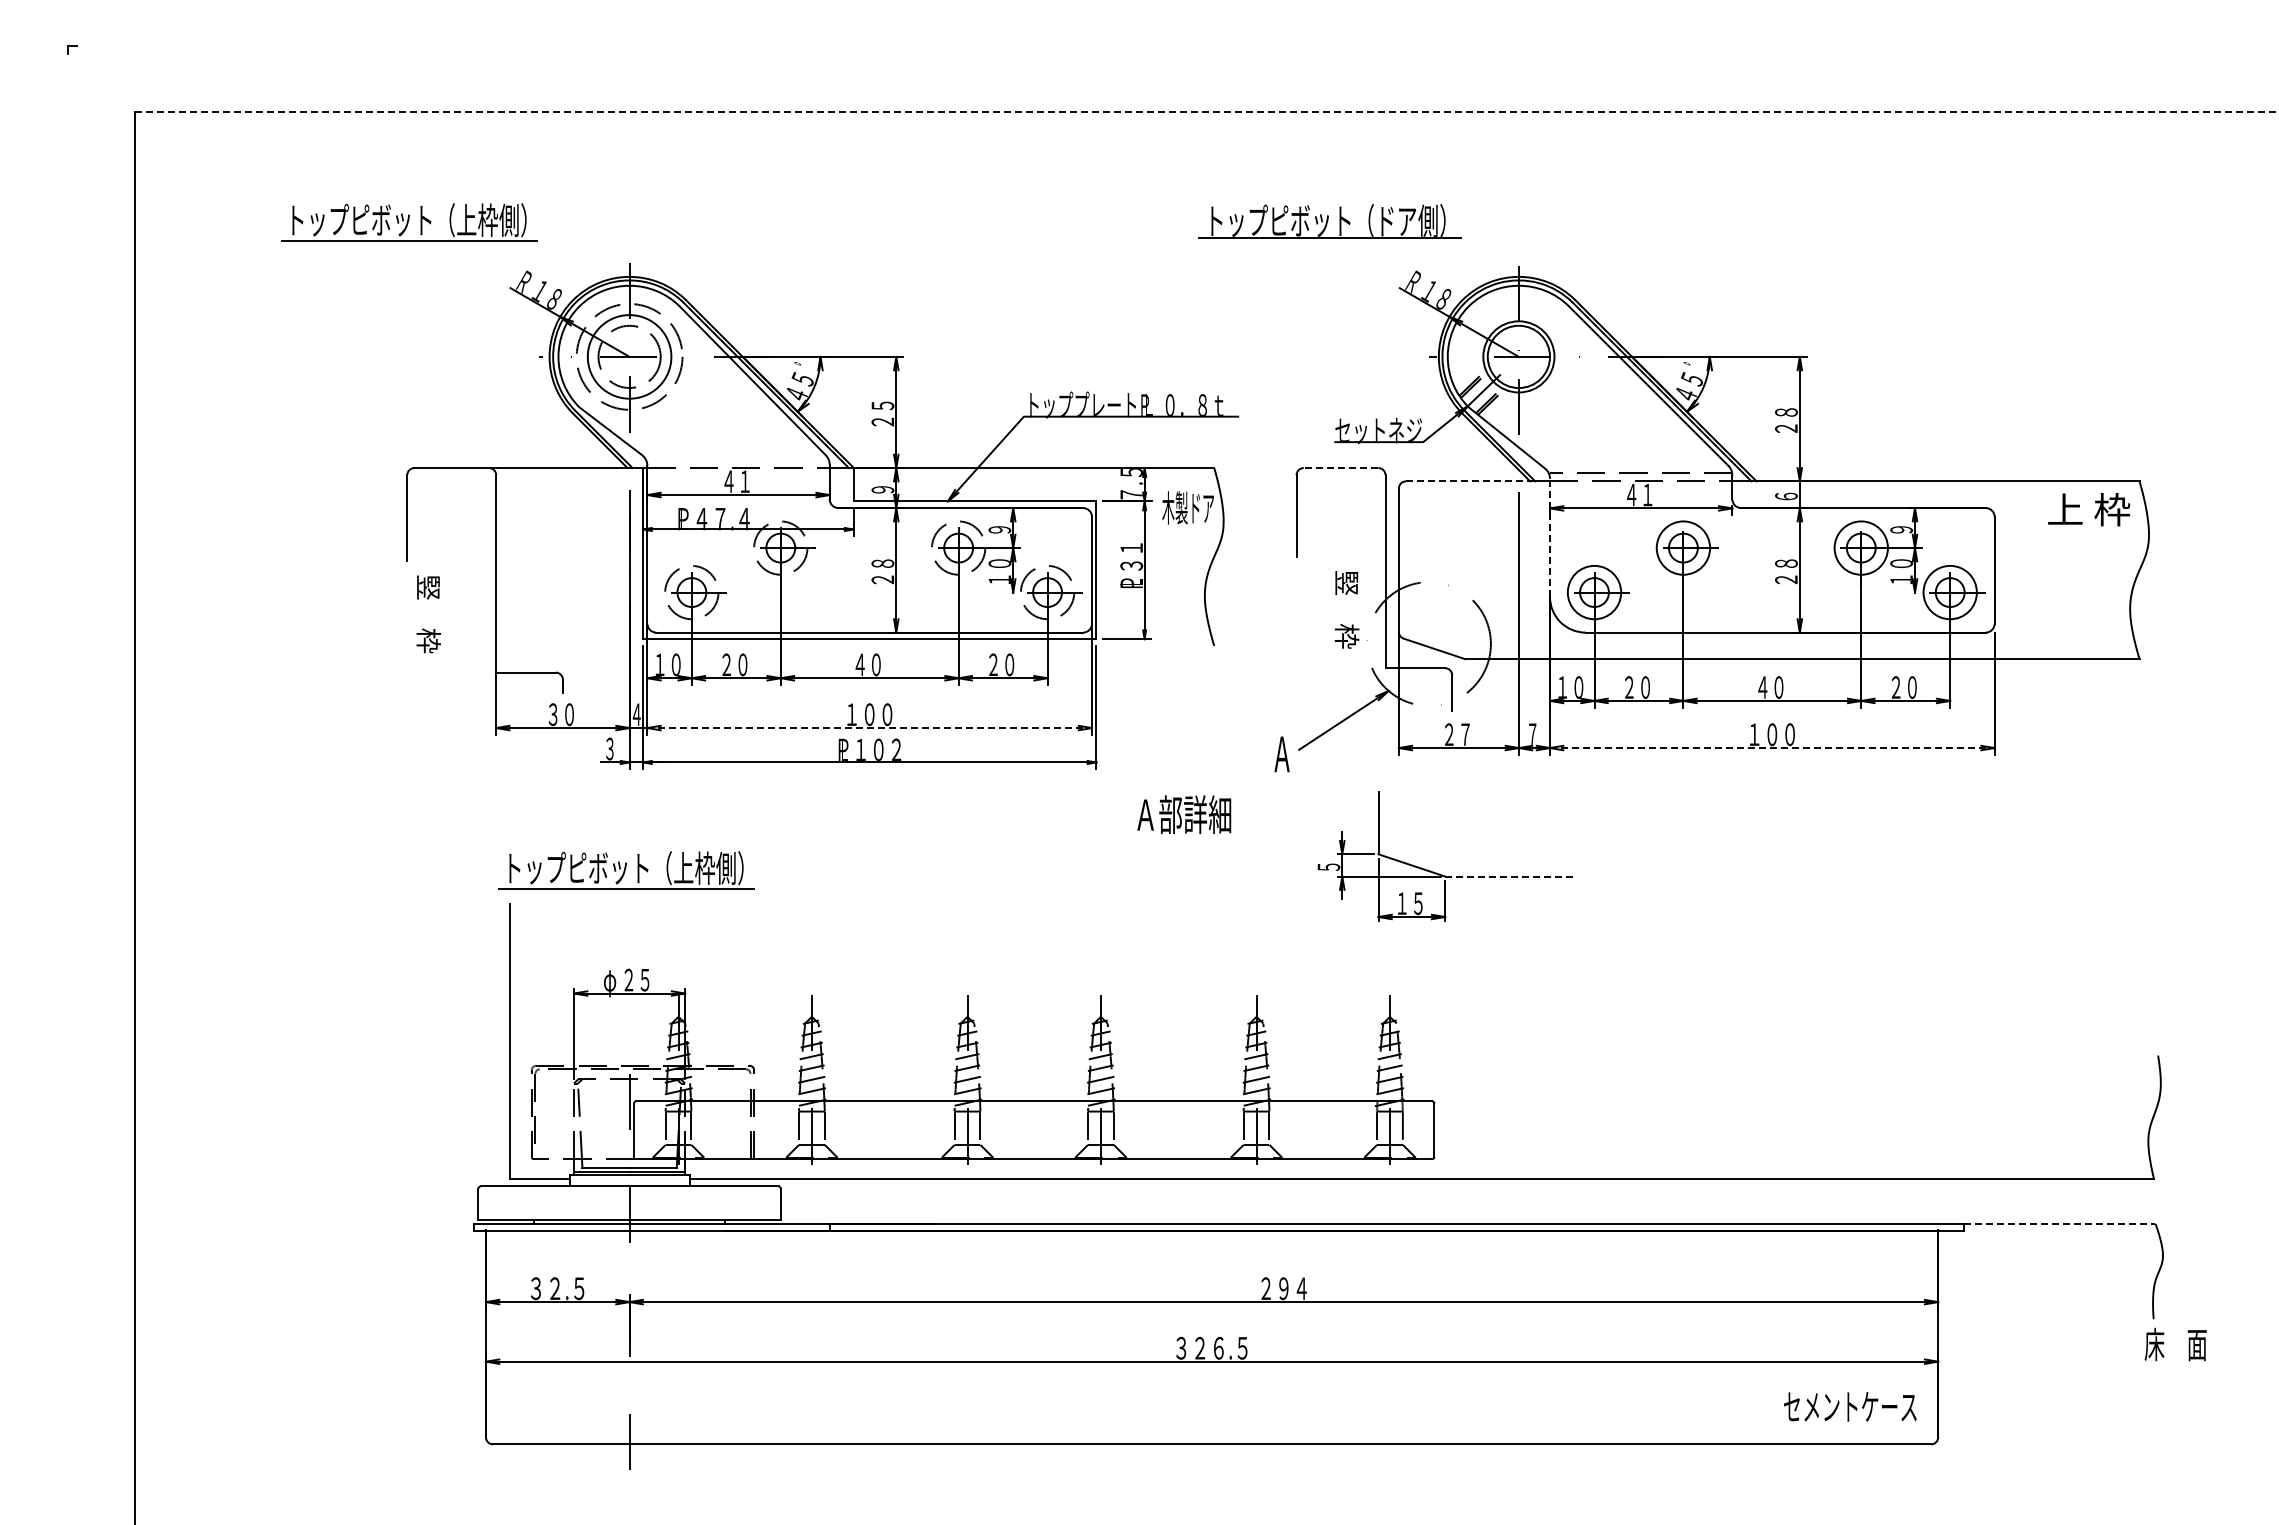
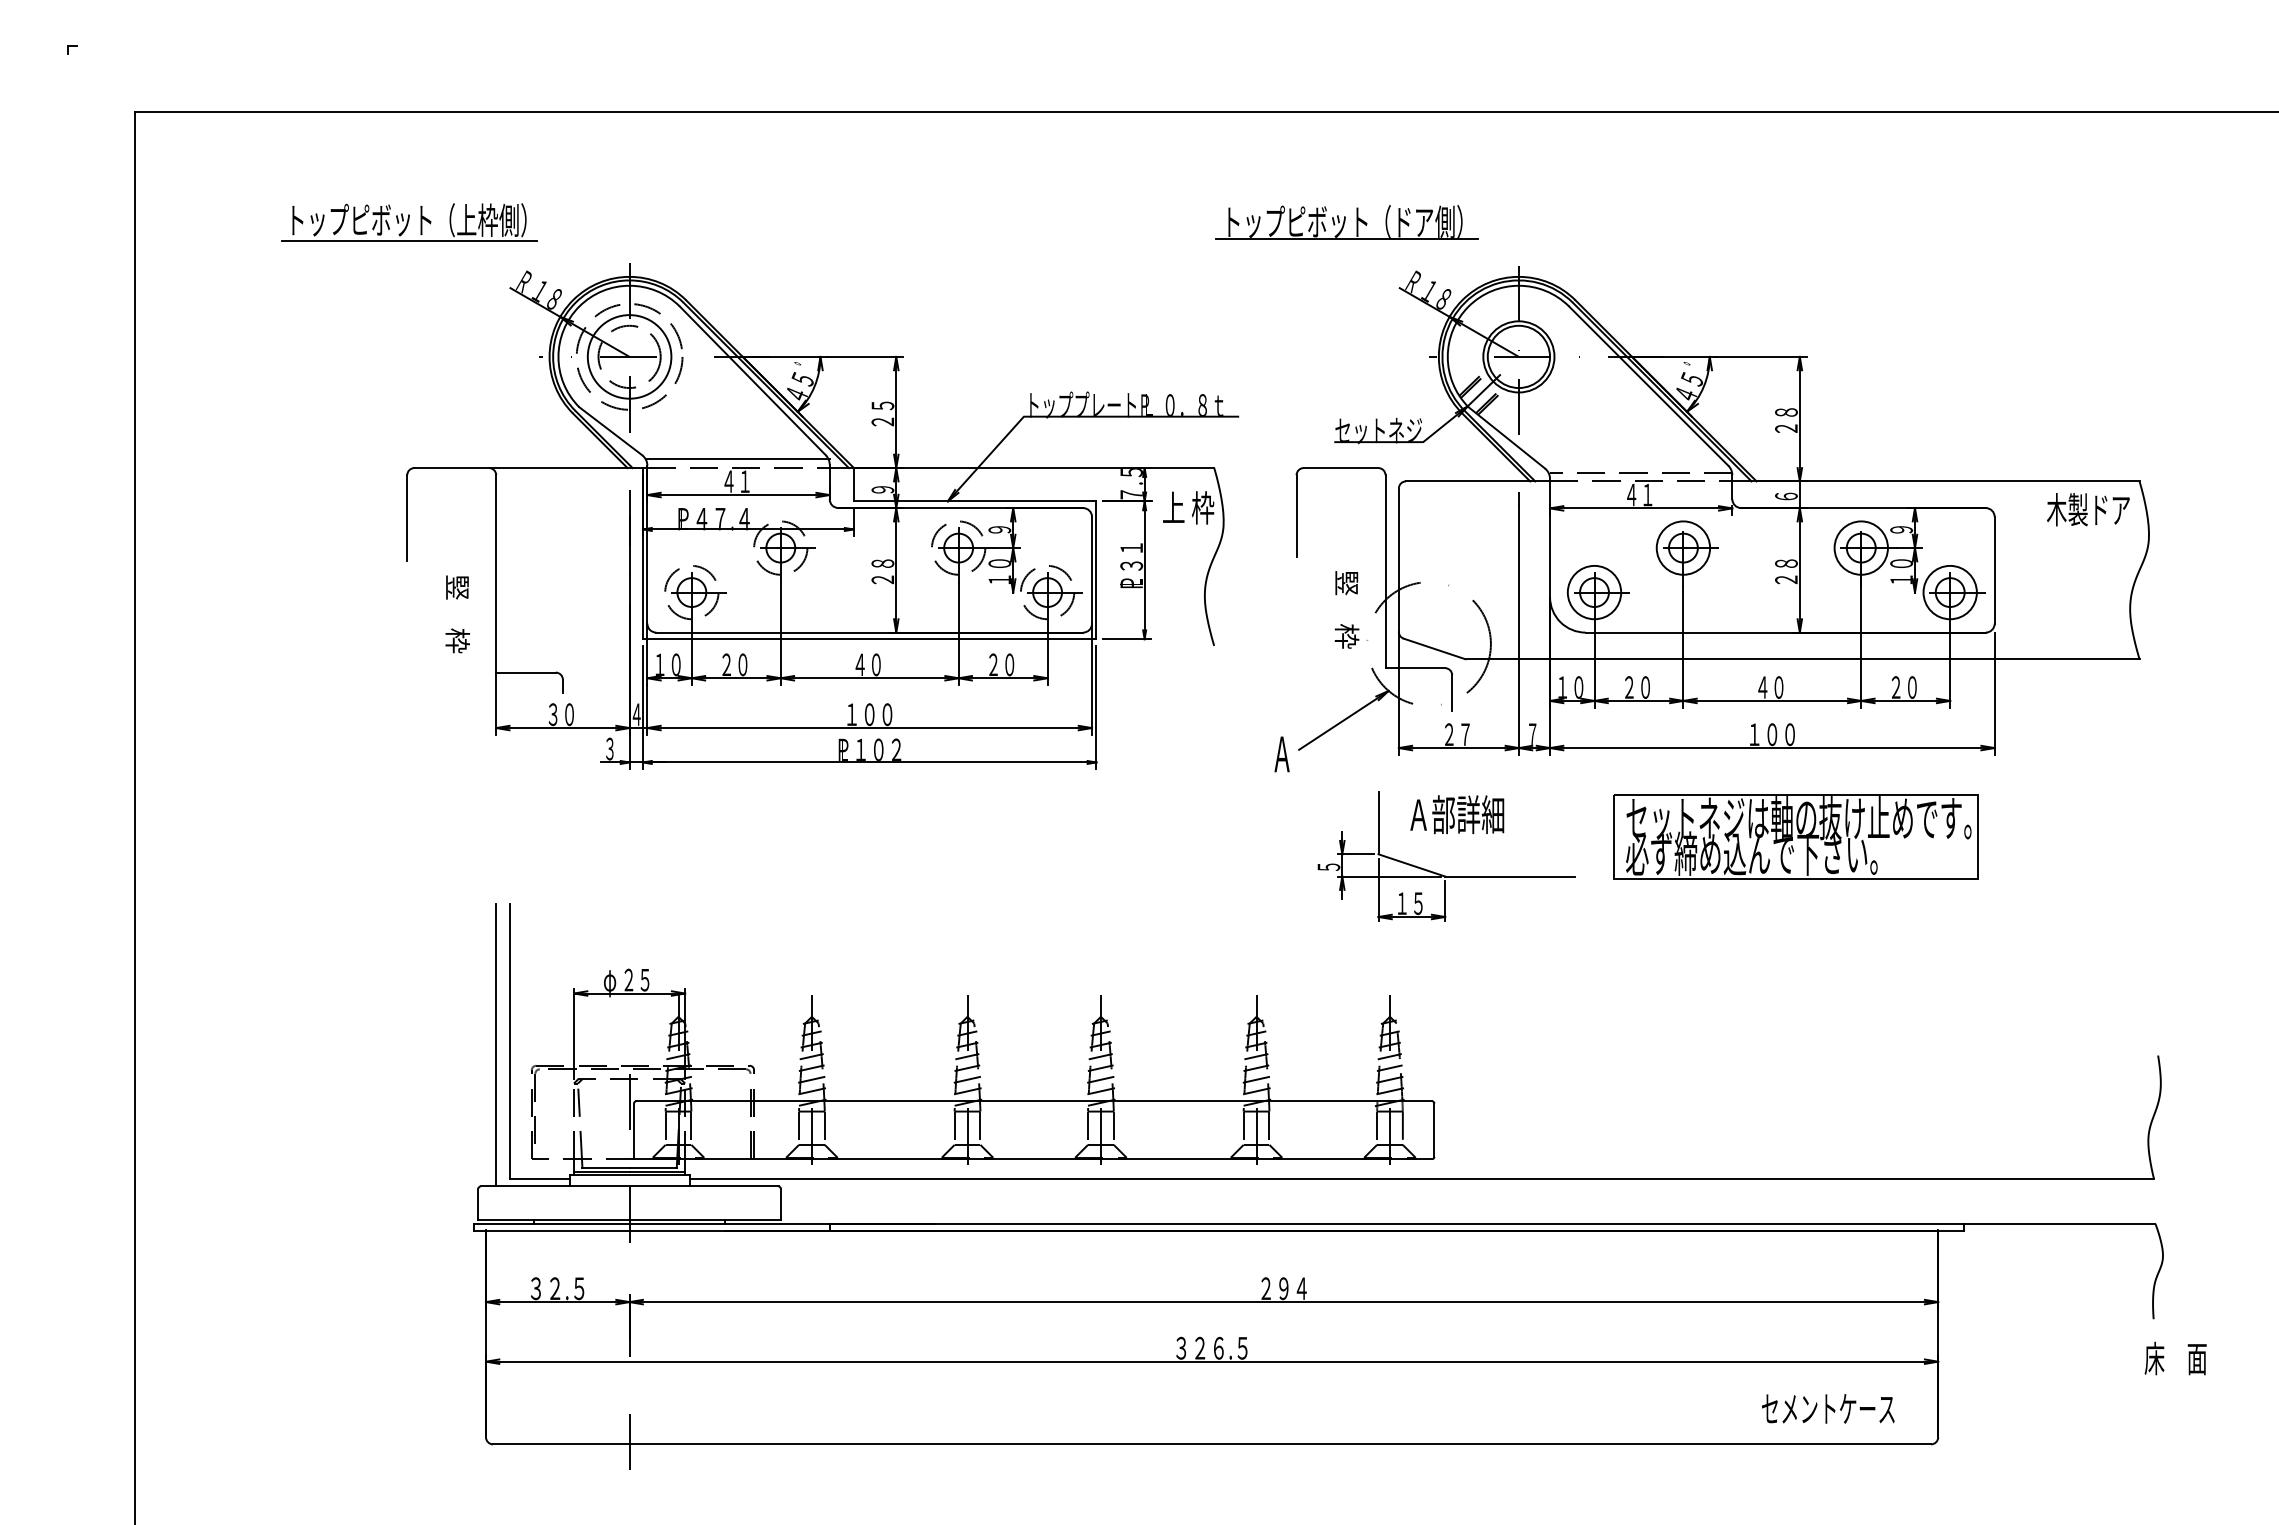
line at (1206, 112): dashed -> solid
part at (1329, 221) position: (1329, 221) -> (1346, 222)
line at (738, 459): none -> present
line at (1340, 468): dashed -> solid
line at (1468, 481): dashed -> solid
text at (1188, 507): 木製ドア -> 上 枠
text at (2088, 509): 上 枠 -> 木製ドア
line at (1550, 537): dashed -> solid
text at (428, 614) position: (428, 614) -> (457, 614)
line at (870, 728): dashed -> solid
line at (1772, 748): dashed -> solid
text at (1184, 814) position: (1184, 814) -> (1457, 814)
part at (1795, 836): none -> present
part at (626, 870): present -> none
line at (1510, 876): dashed -> solid
line at (496, 1044): none -> present
line at (2059, 1223): dashed -> solid
text at (2175, 1344) position: (2175, 1344) -> (2175, 1358)
text at (1850, 1406) position: (1850, 1406) -> (1828, 1408)
